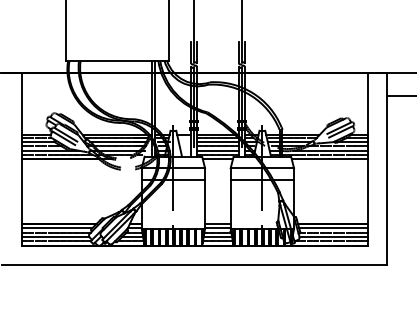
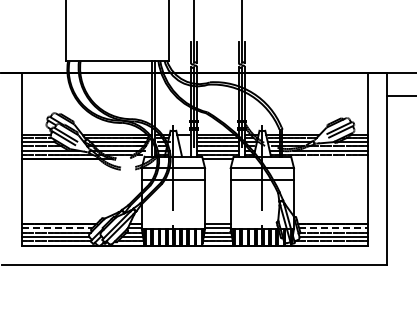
line at (329, 159): present -> none
line at (57, 228): solid -> dashed
line at (333, 228): solid -> dashed
